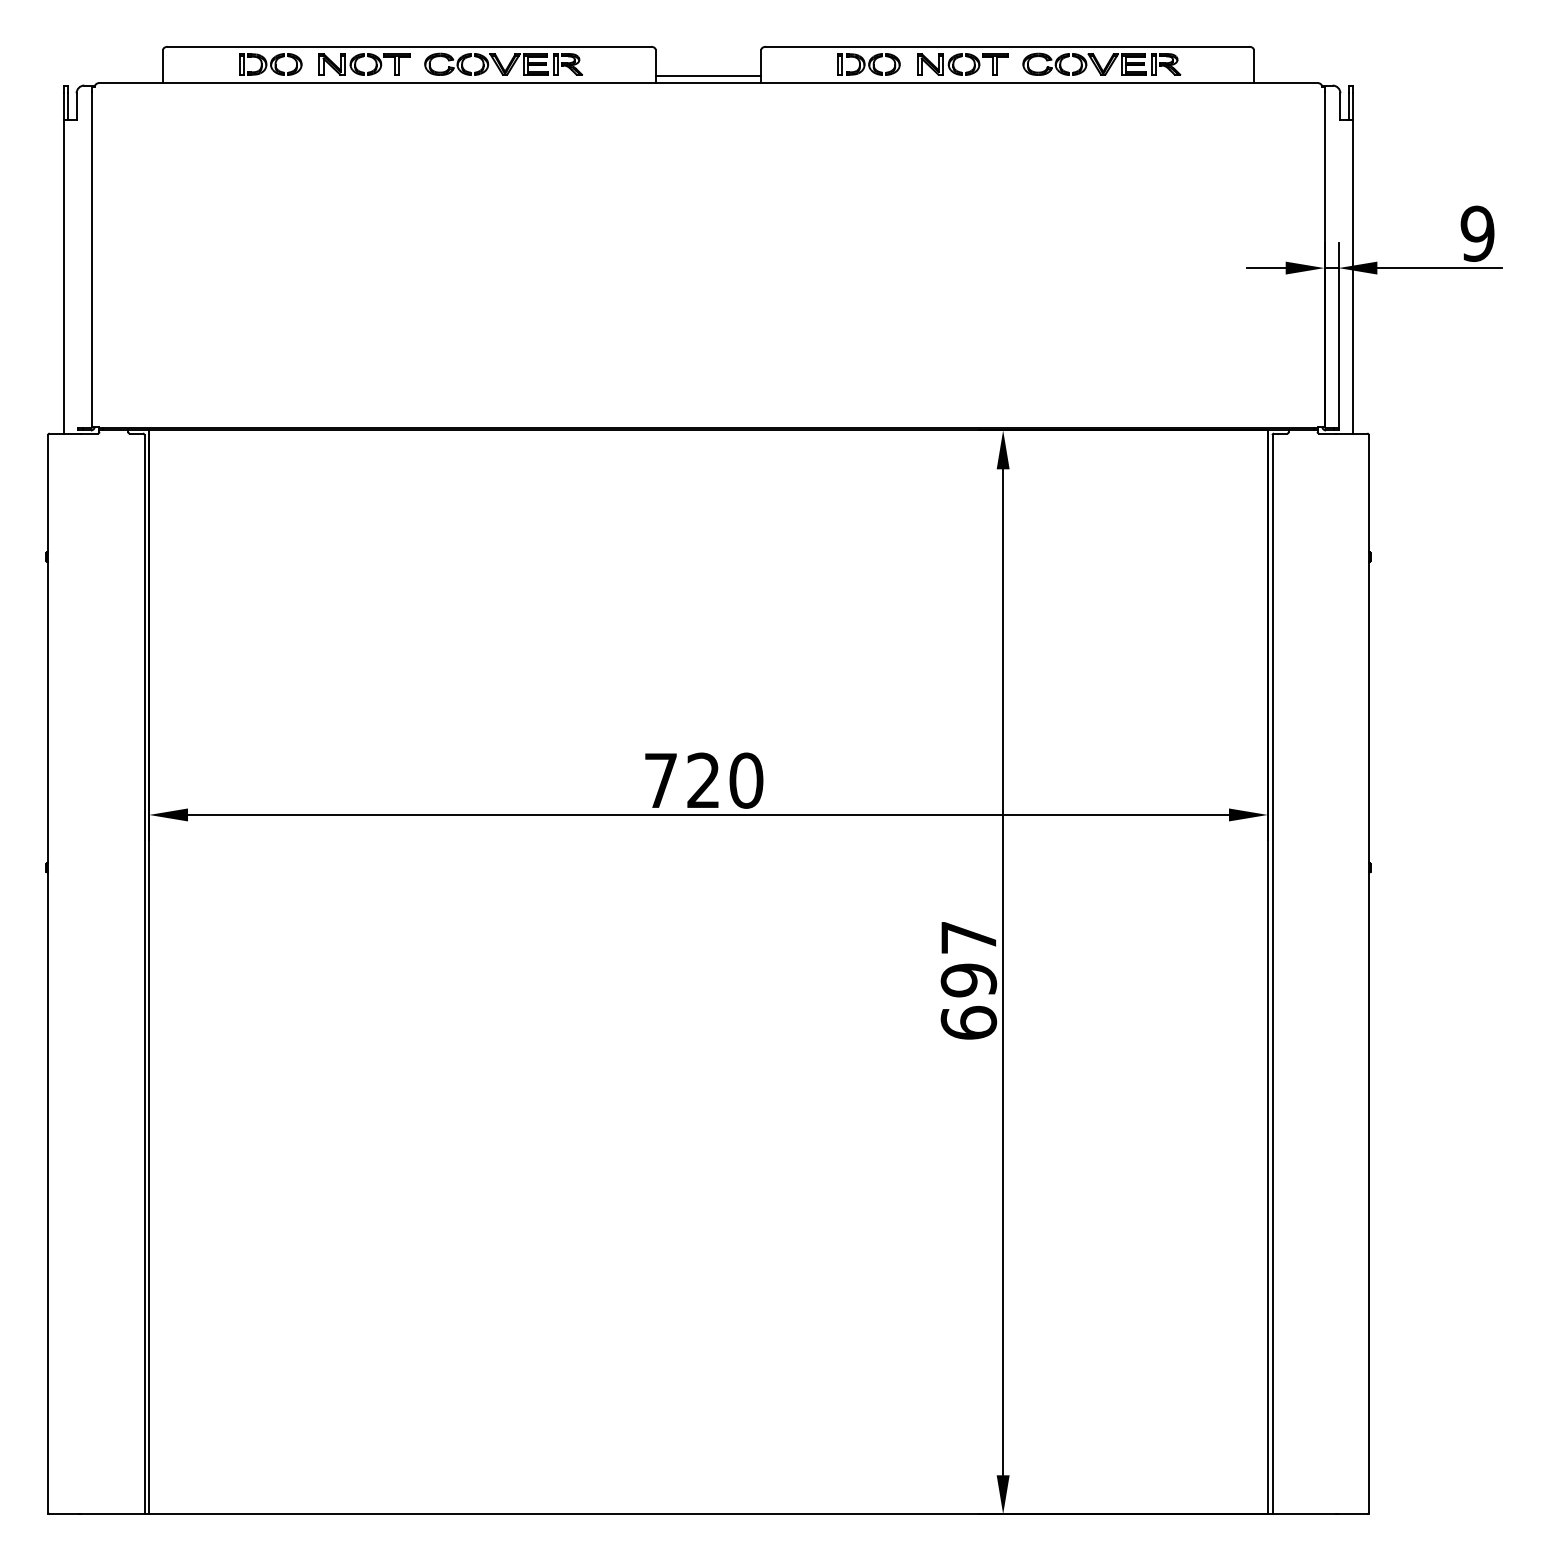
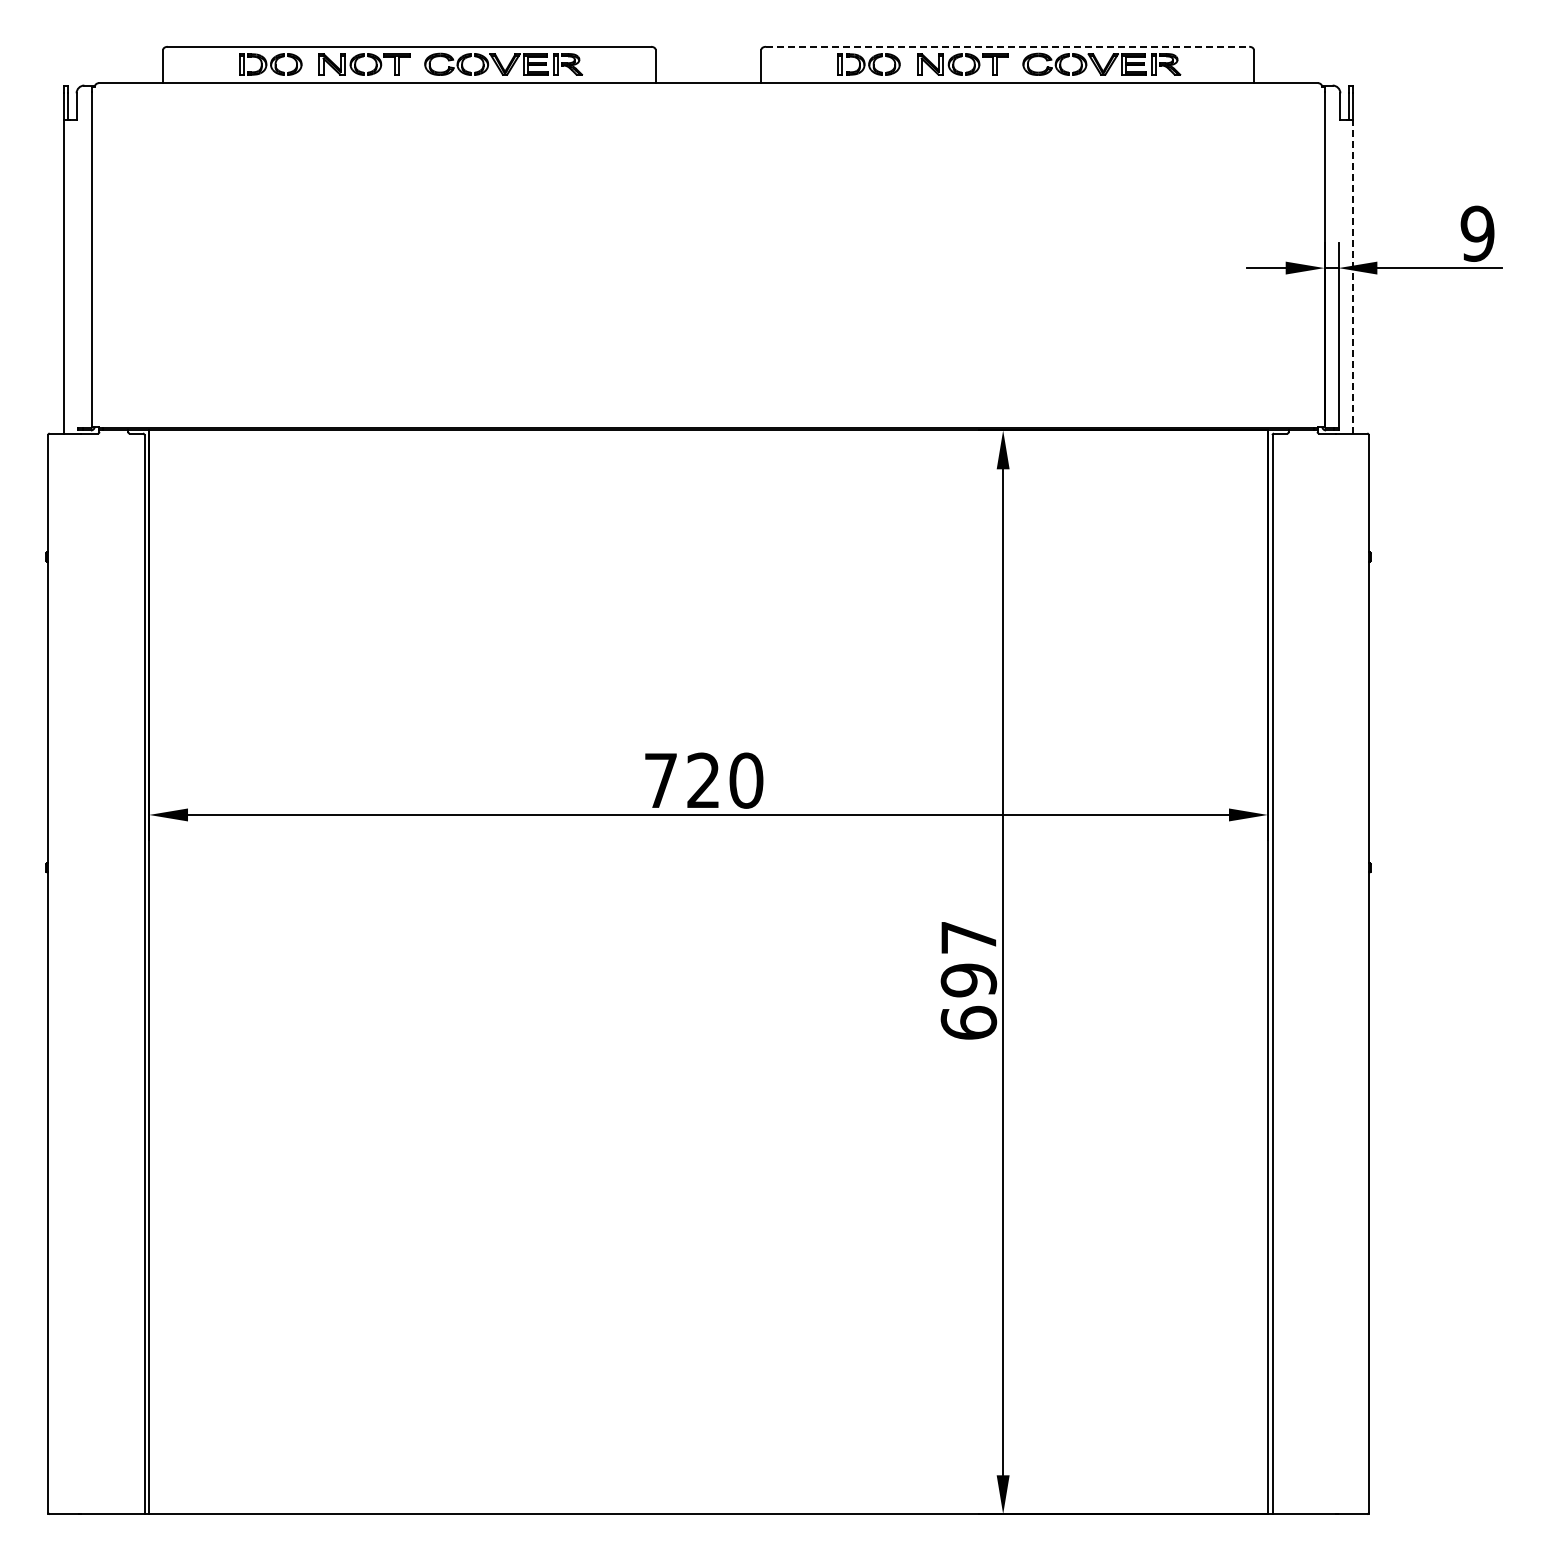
line at (1007, 46): solid -> dashed
line at (708, 76): present -> none
line at (1353, 276): solid -> dashed
